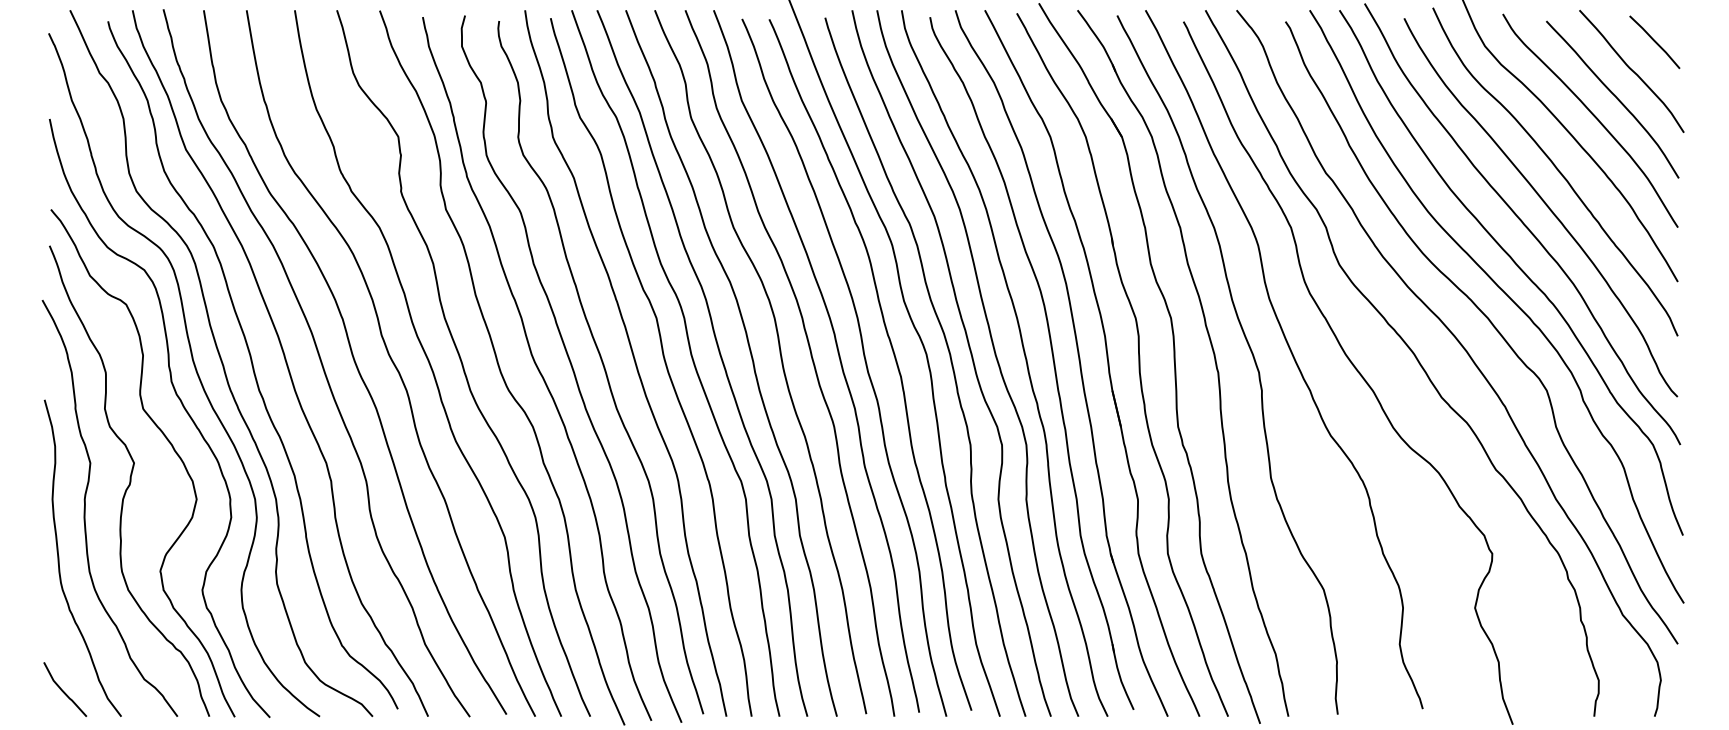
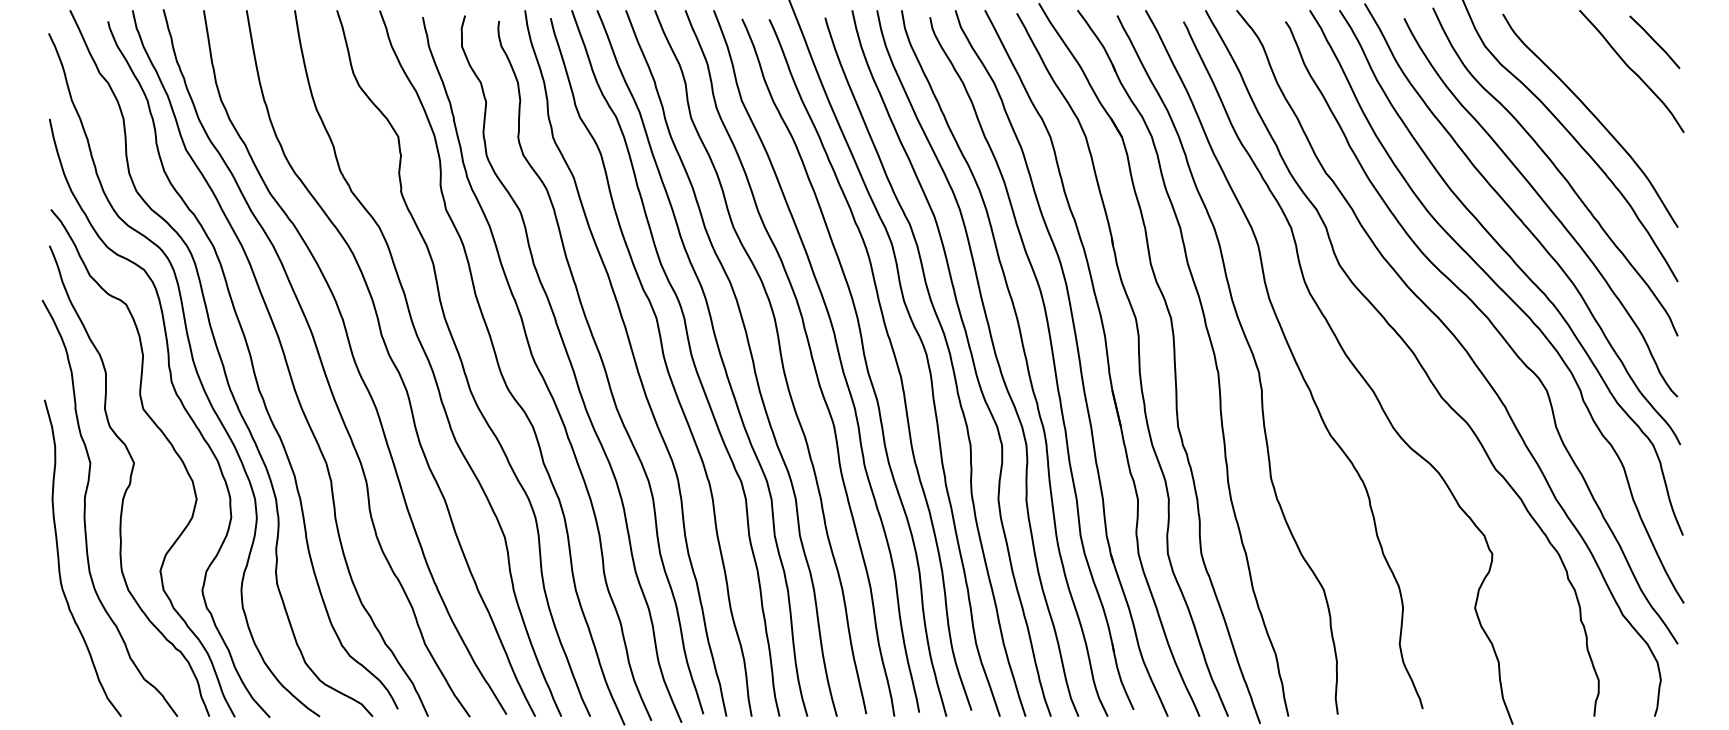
curve at (1614, 96): present -> none
curve at (63, 690): present -> none
